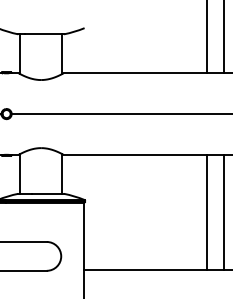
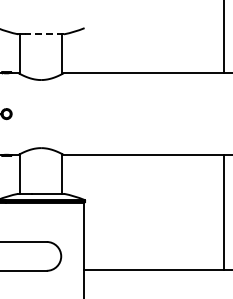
line at (44, 34): solid -> dashed
line at (207, 37): present -> none
line at (120, 114): present -> none
line at (207, 211): present -> none
